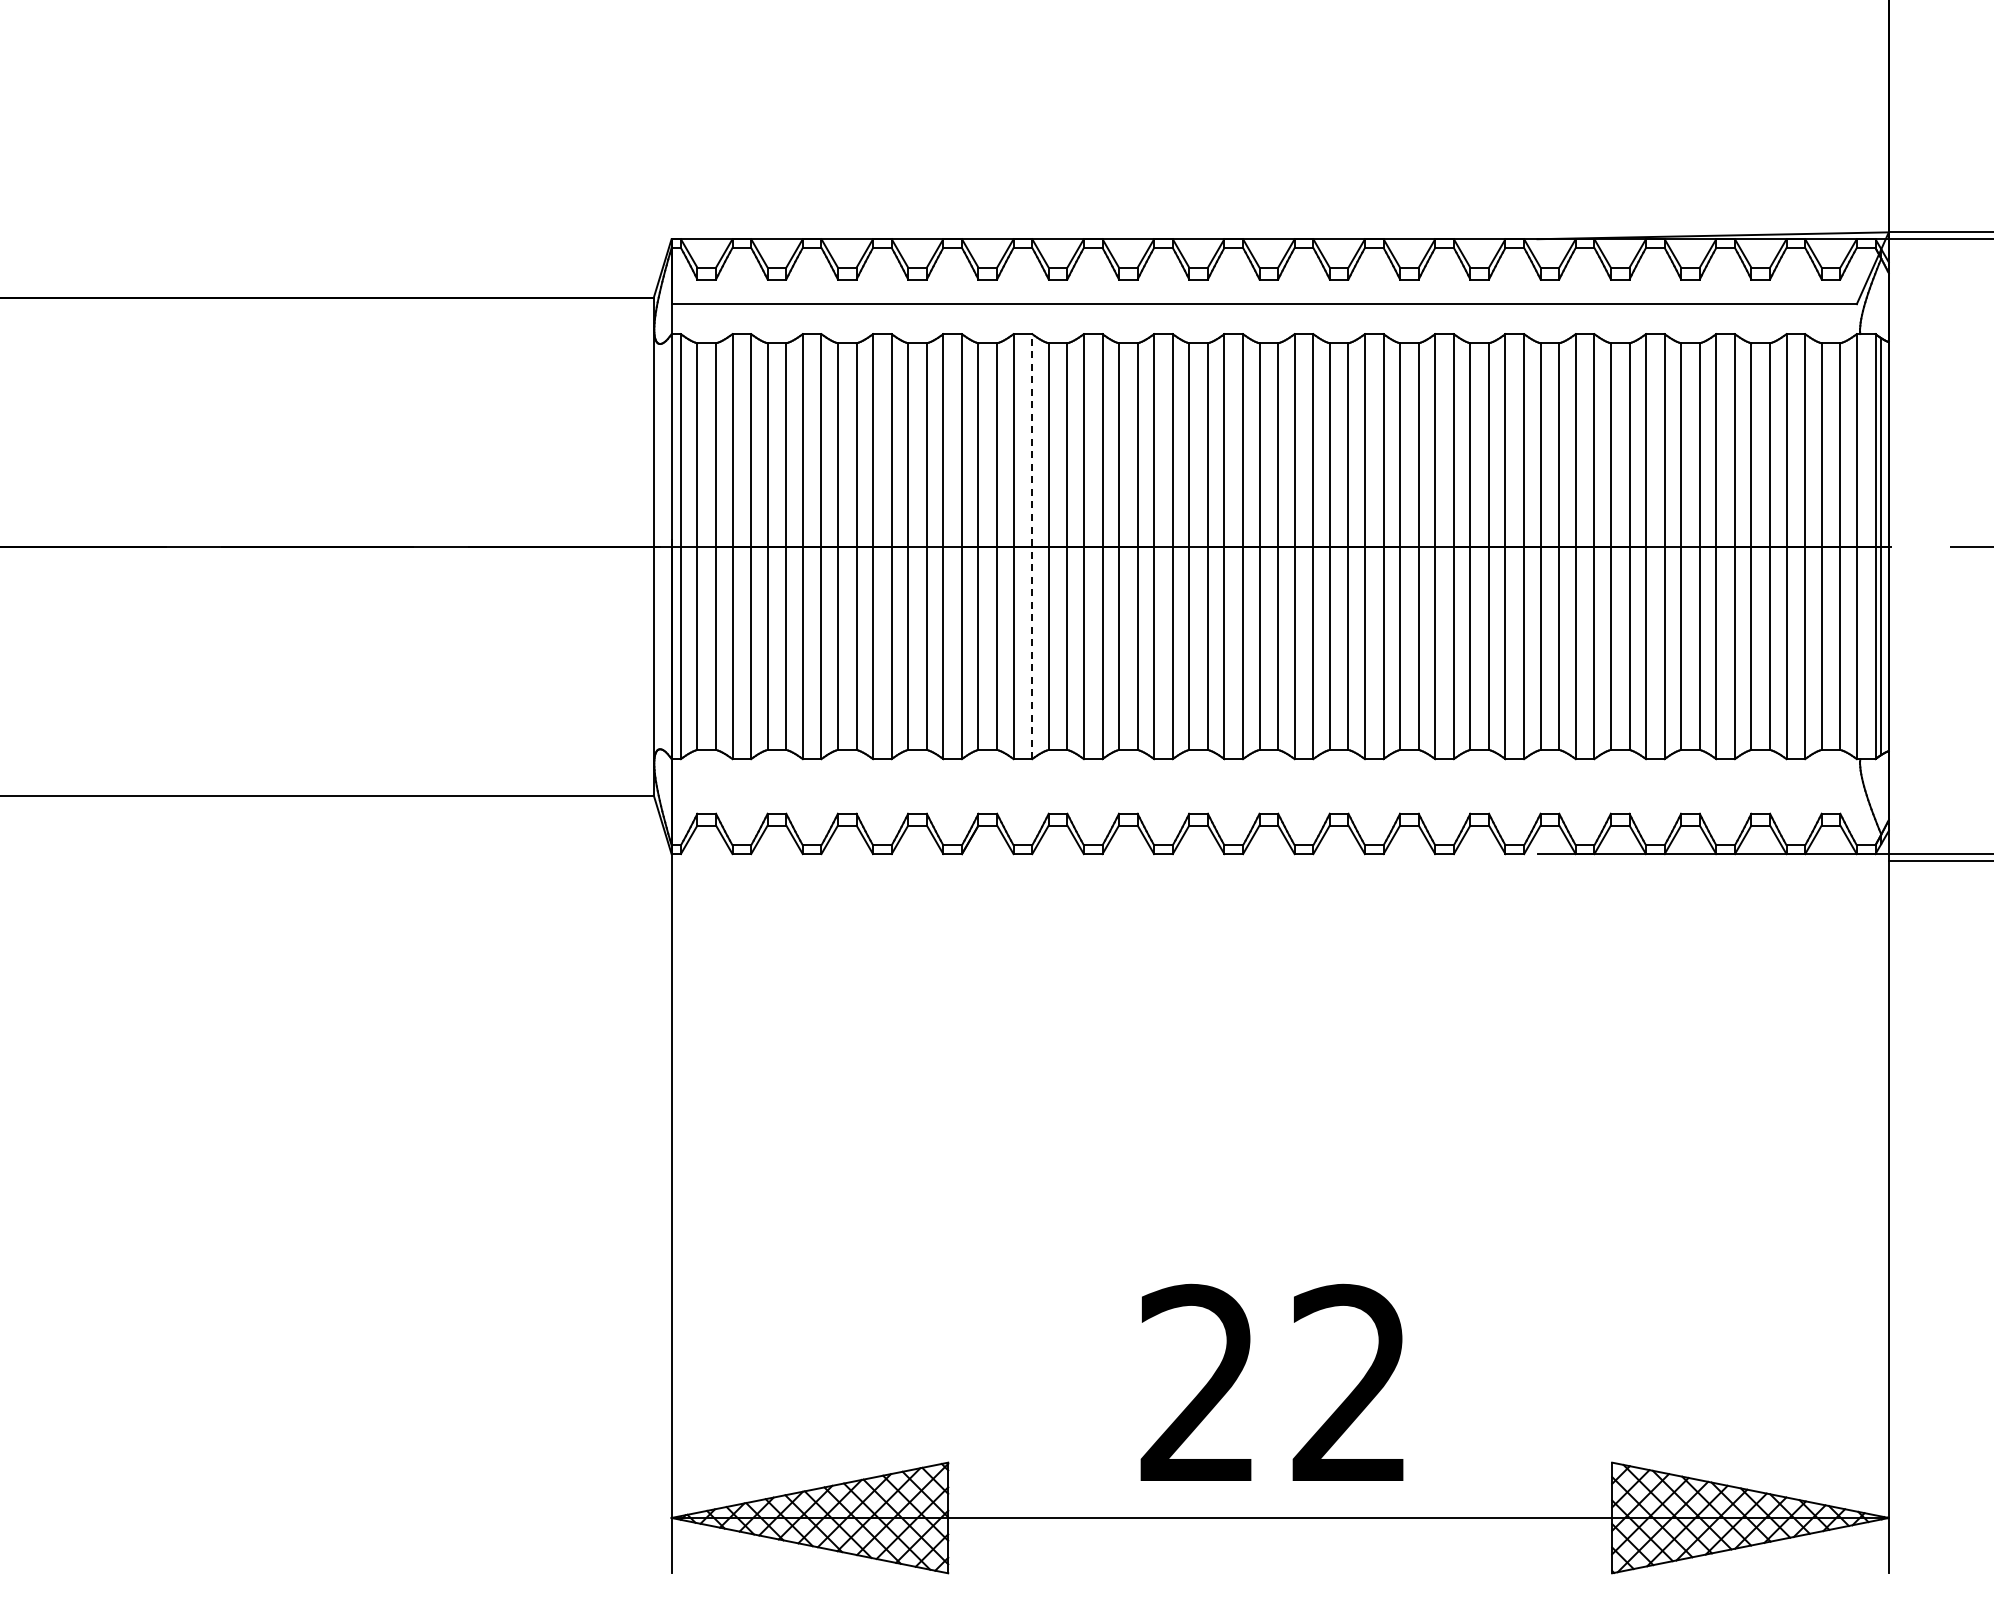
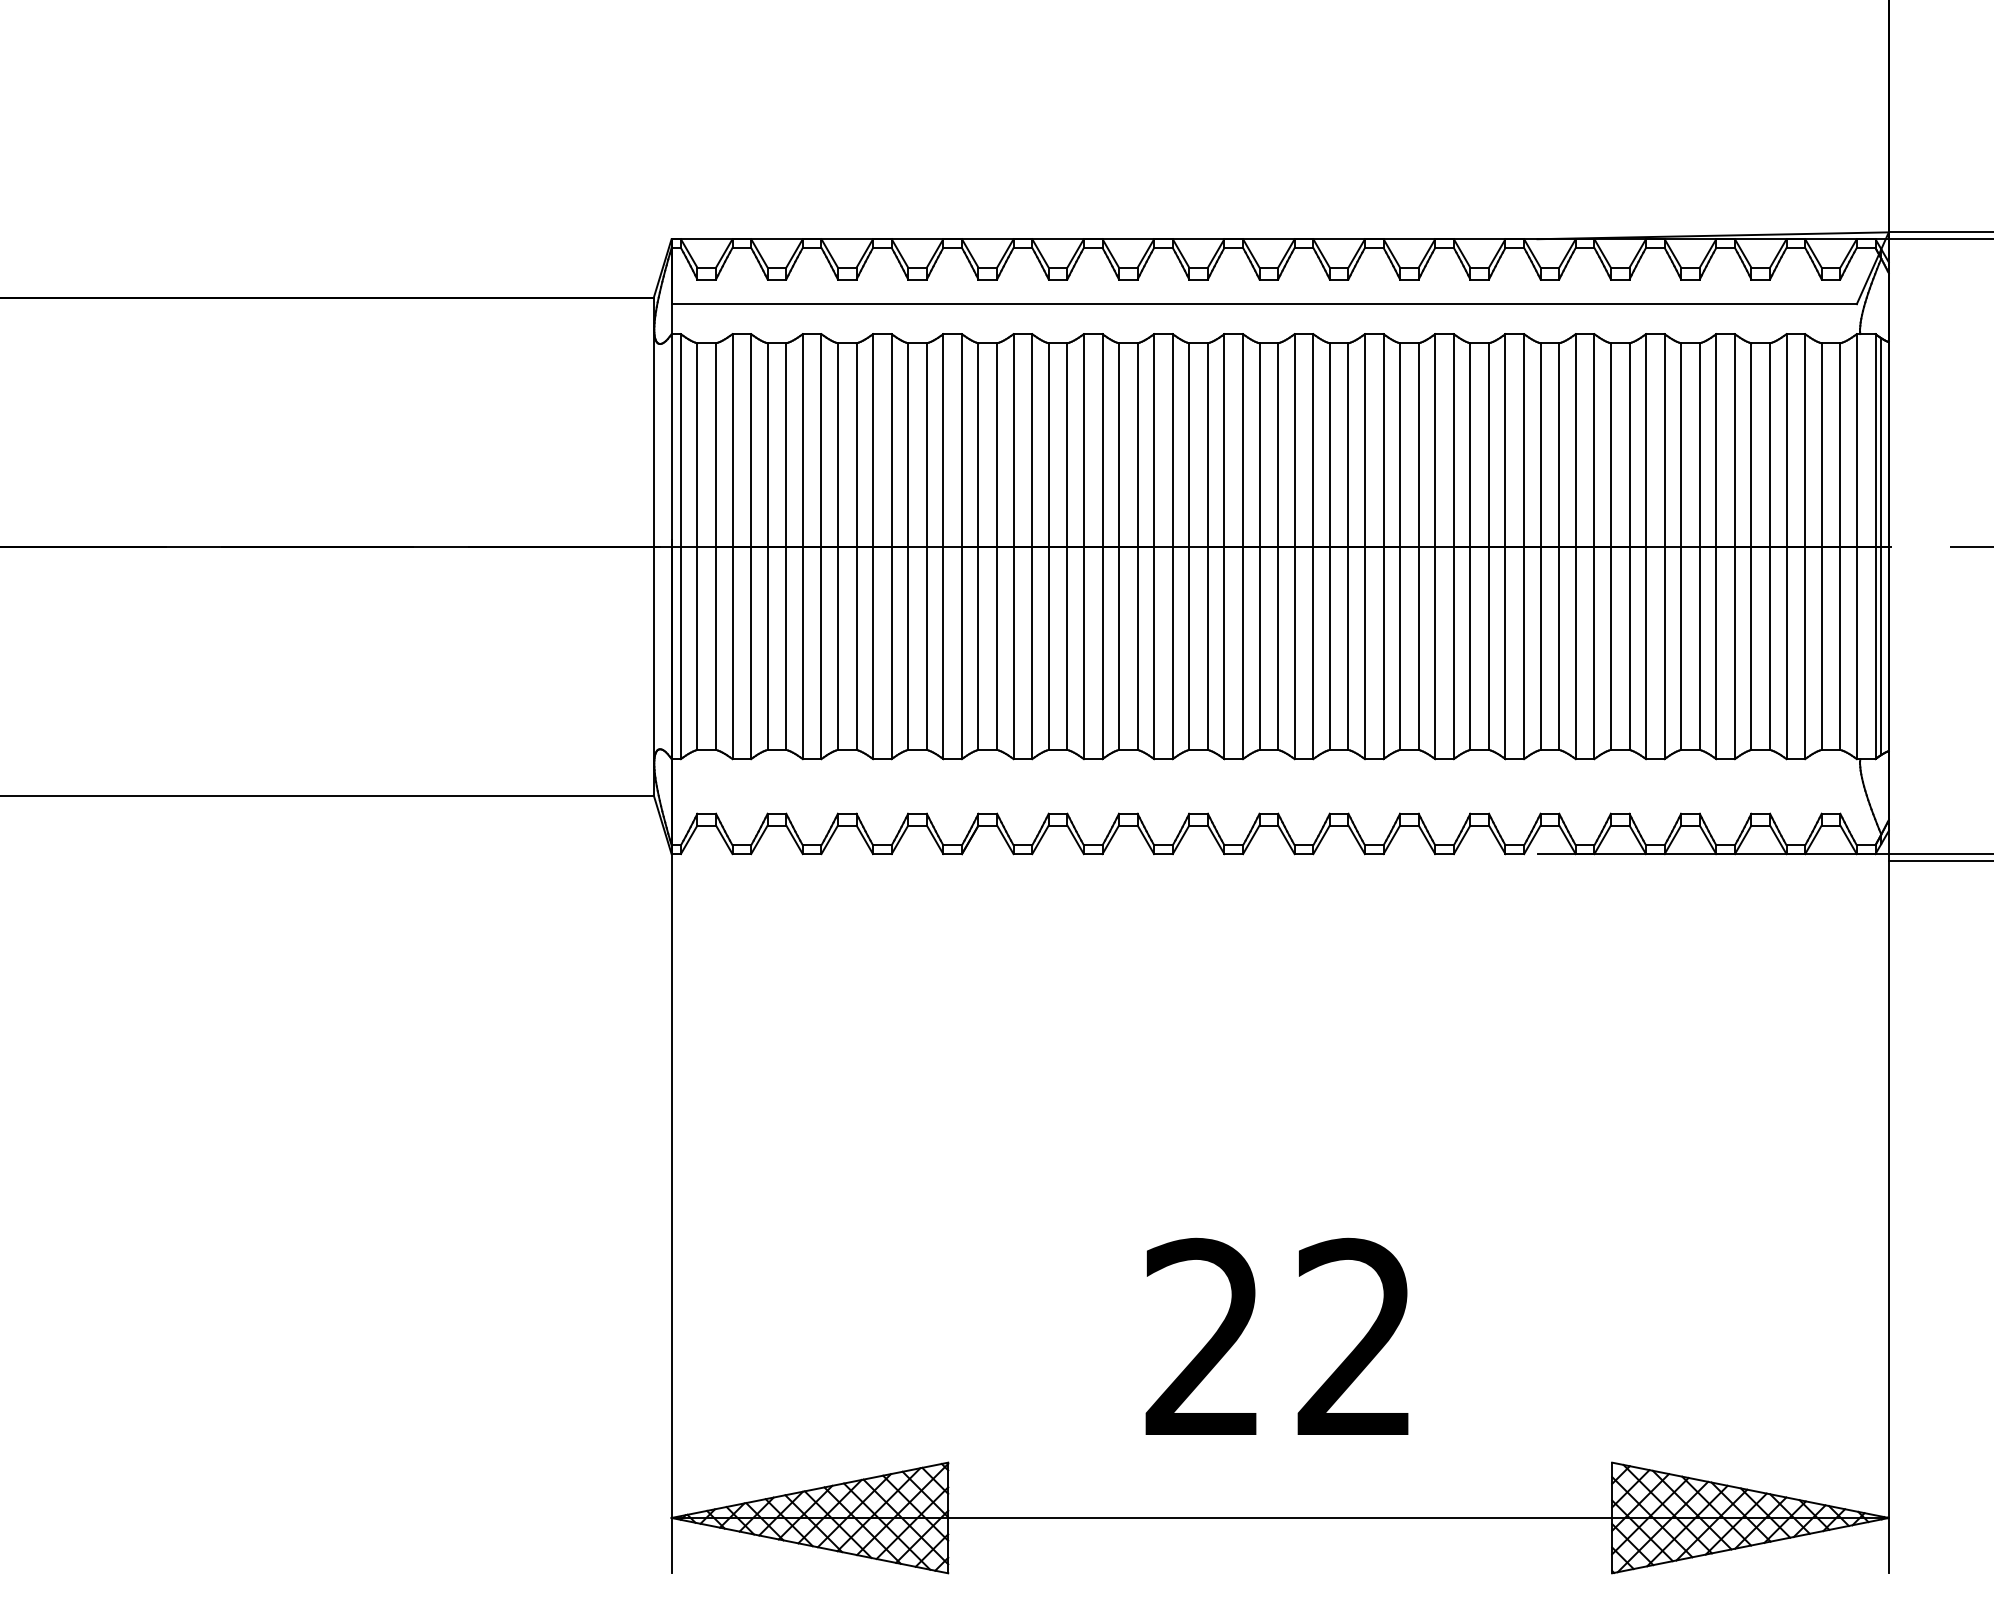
line at (1032, 546): dashed -> solid
text at (1271, 1381) position: (1271, 1381) -> (1276, 1335)
